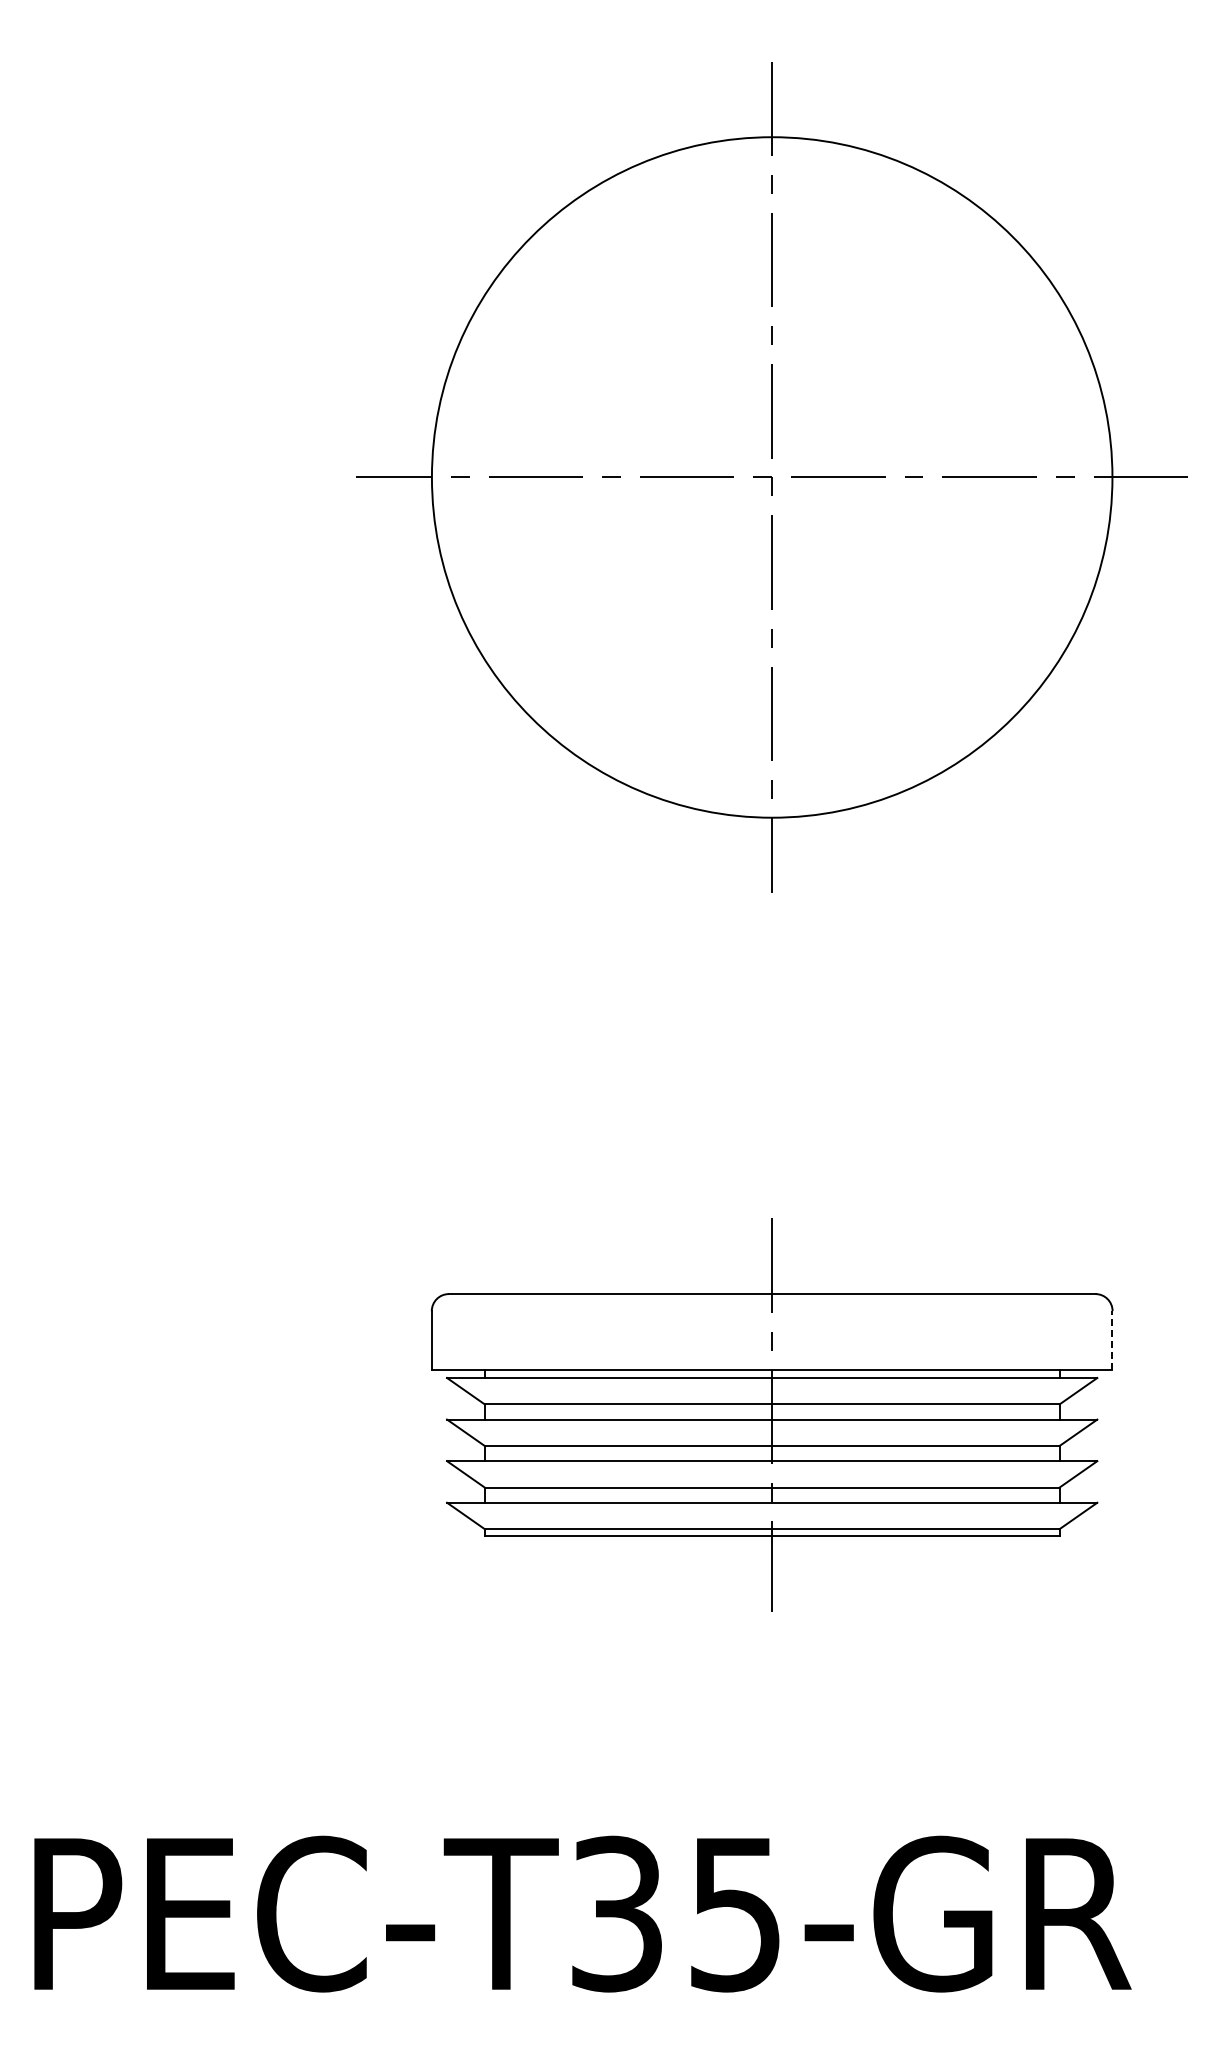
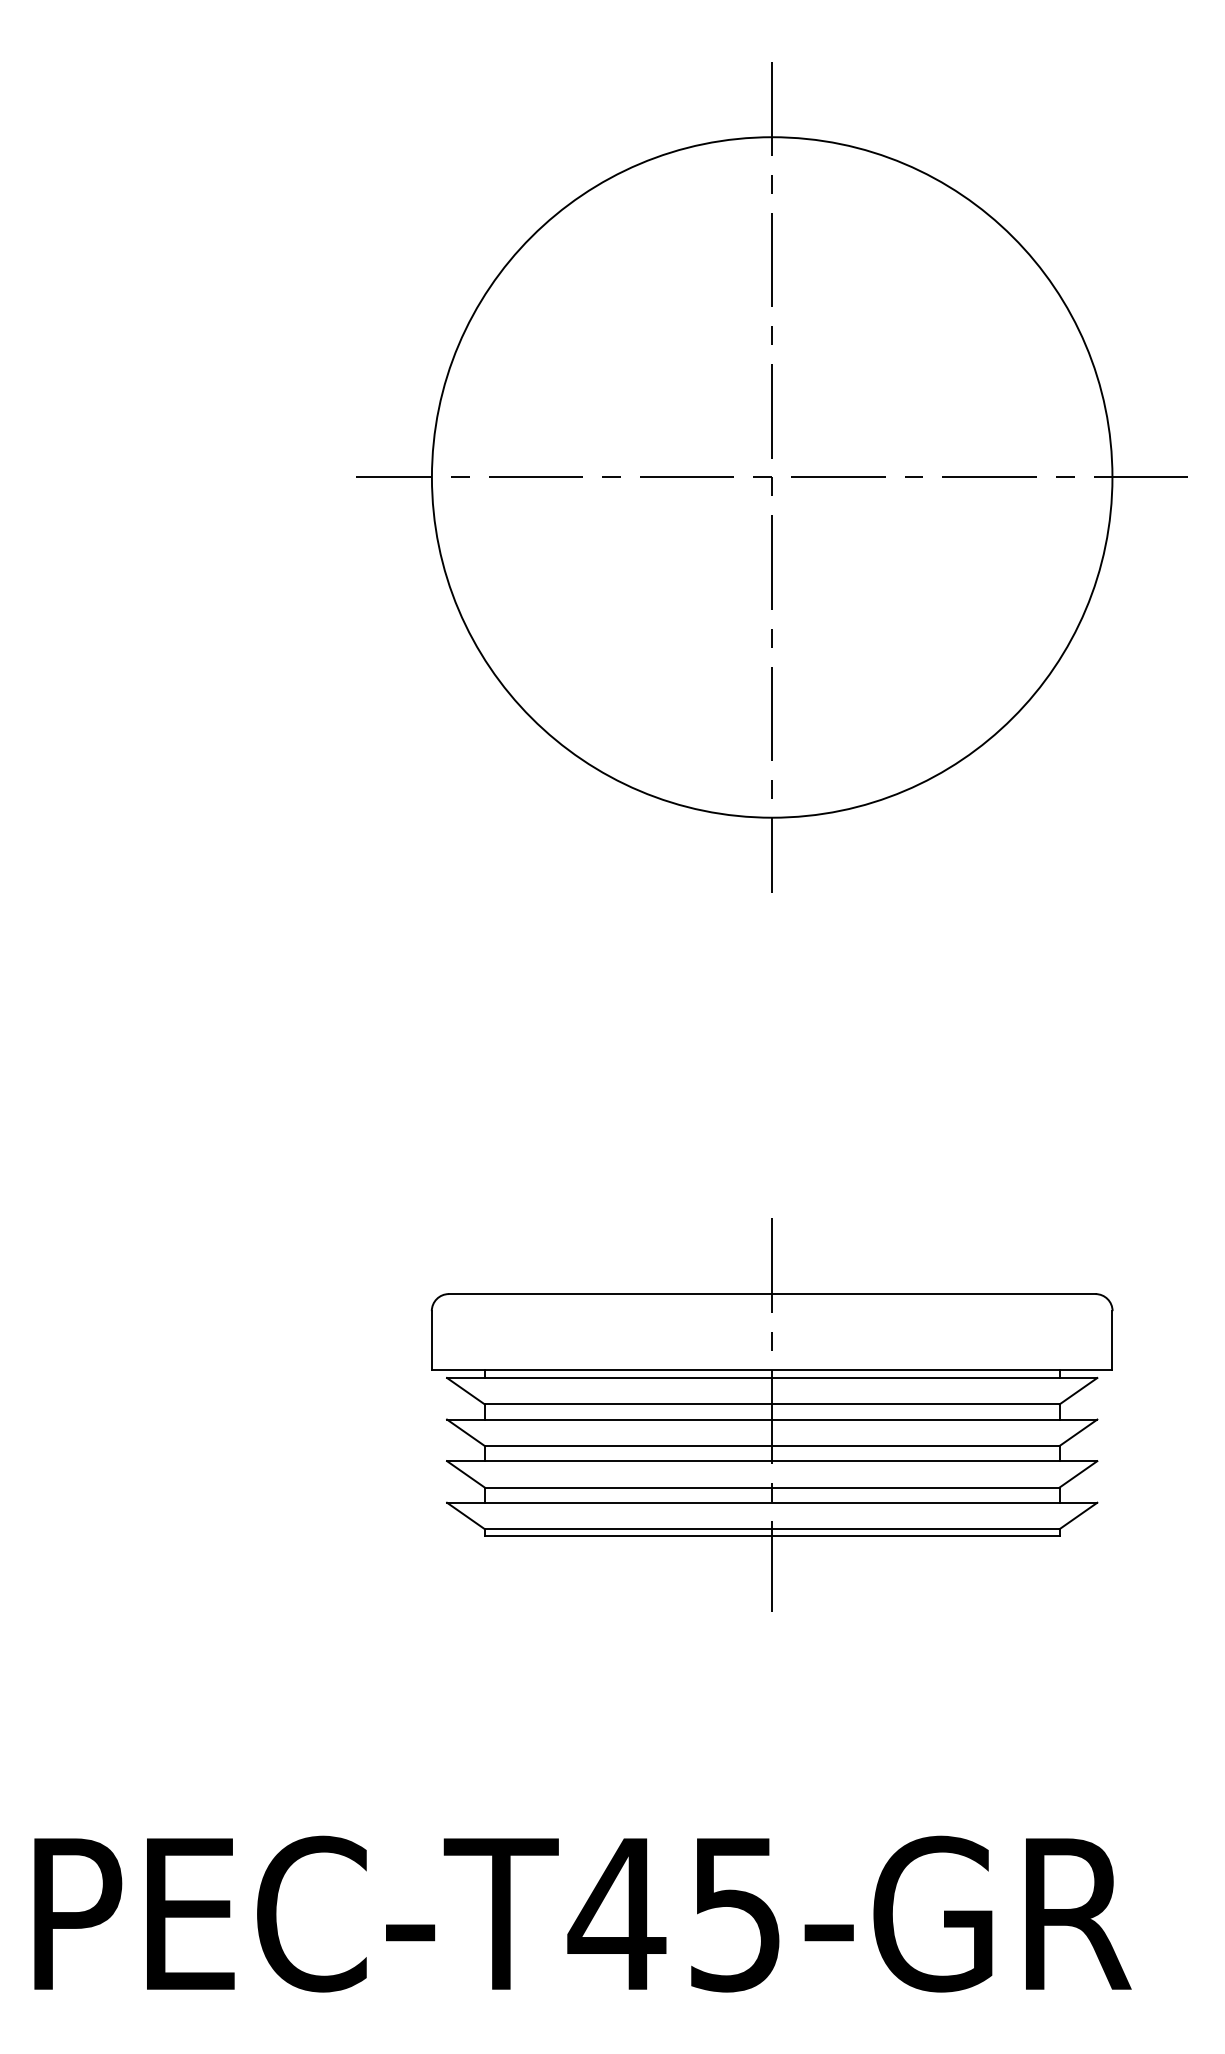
line at (1112, 1339): dashed -> solid
text at (616, 1913): PEC-T35-GR -> PEC-T45-GR
